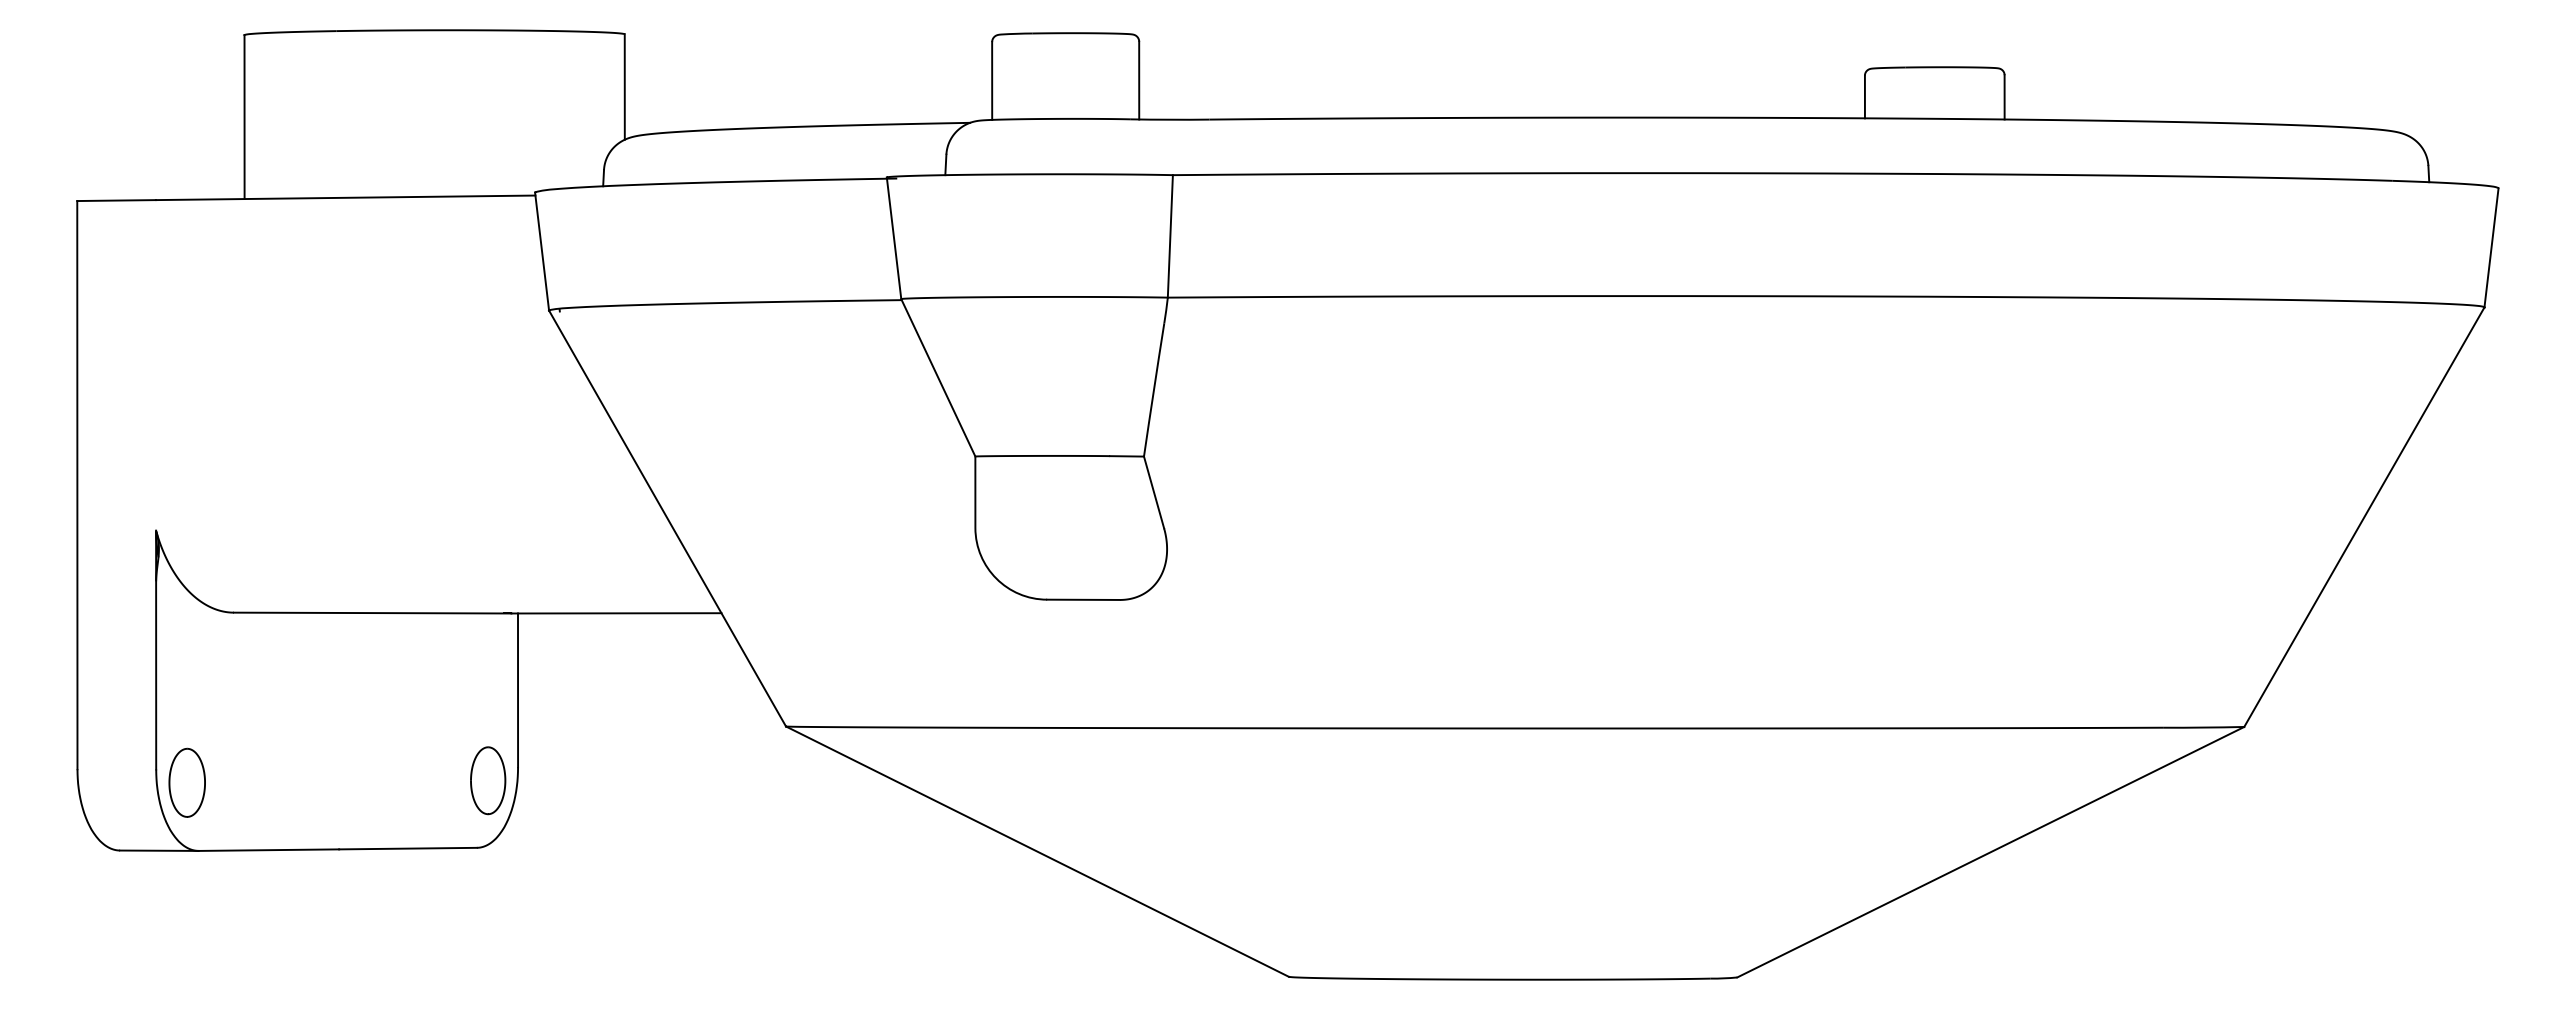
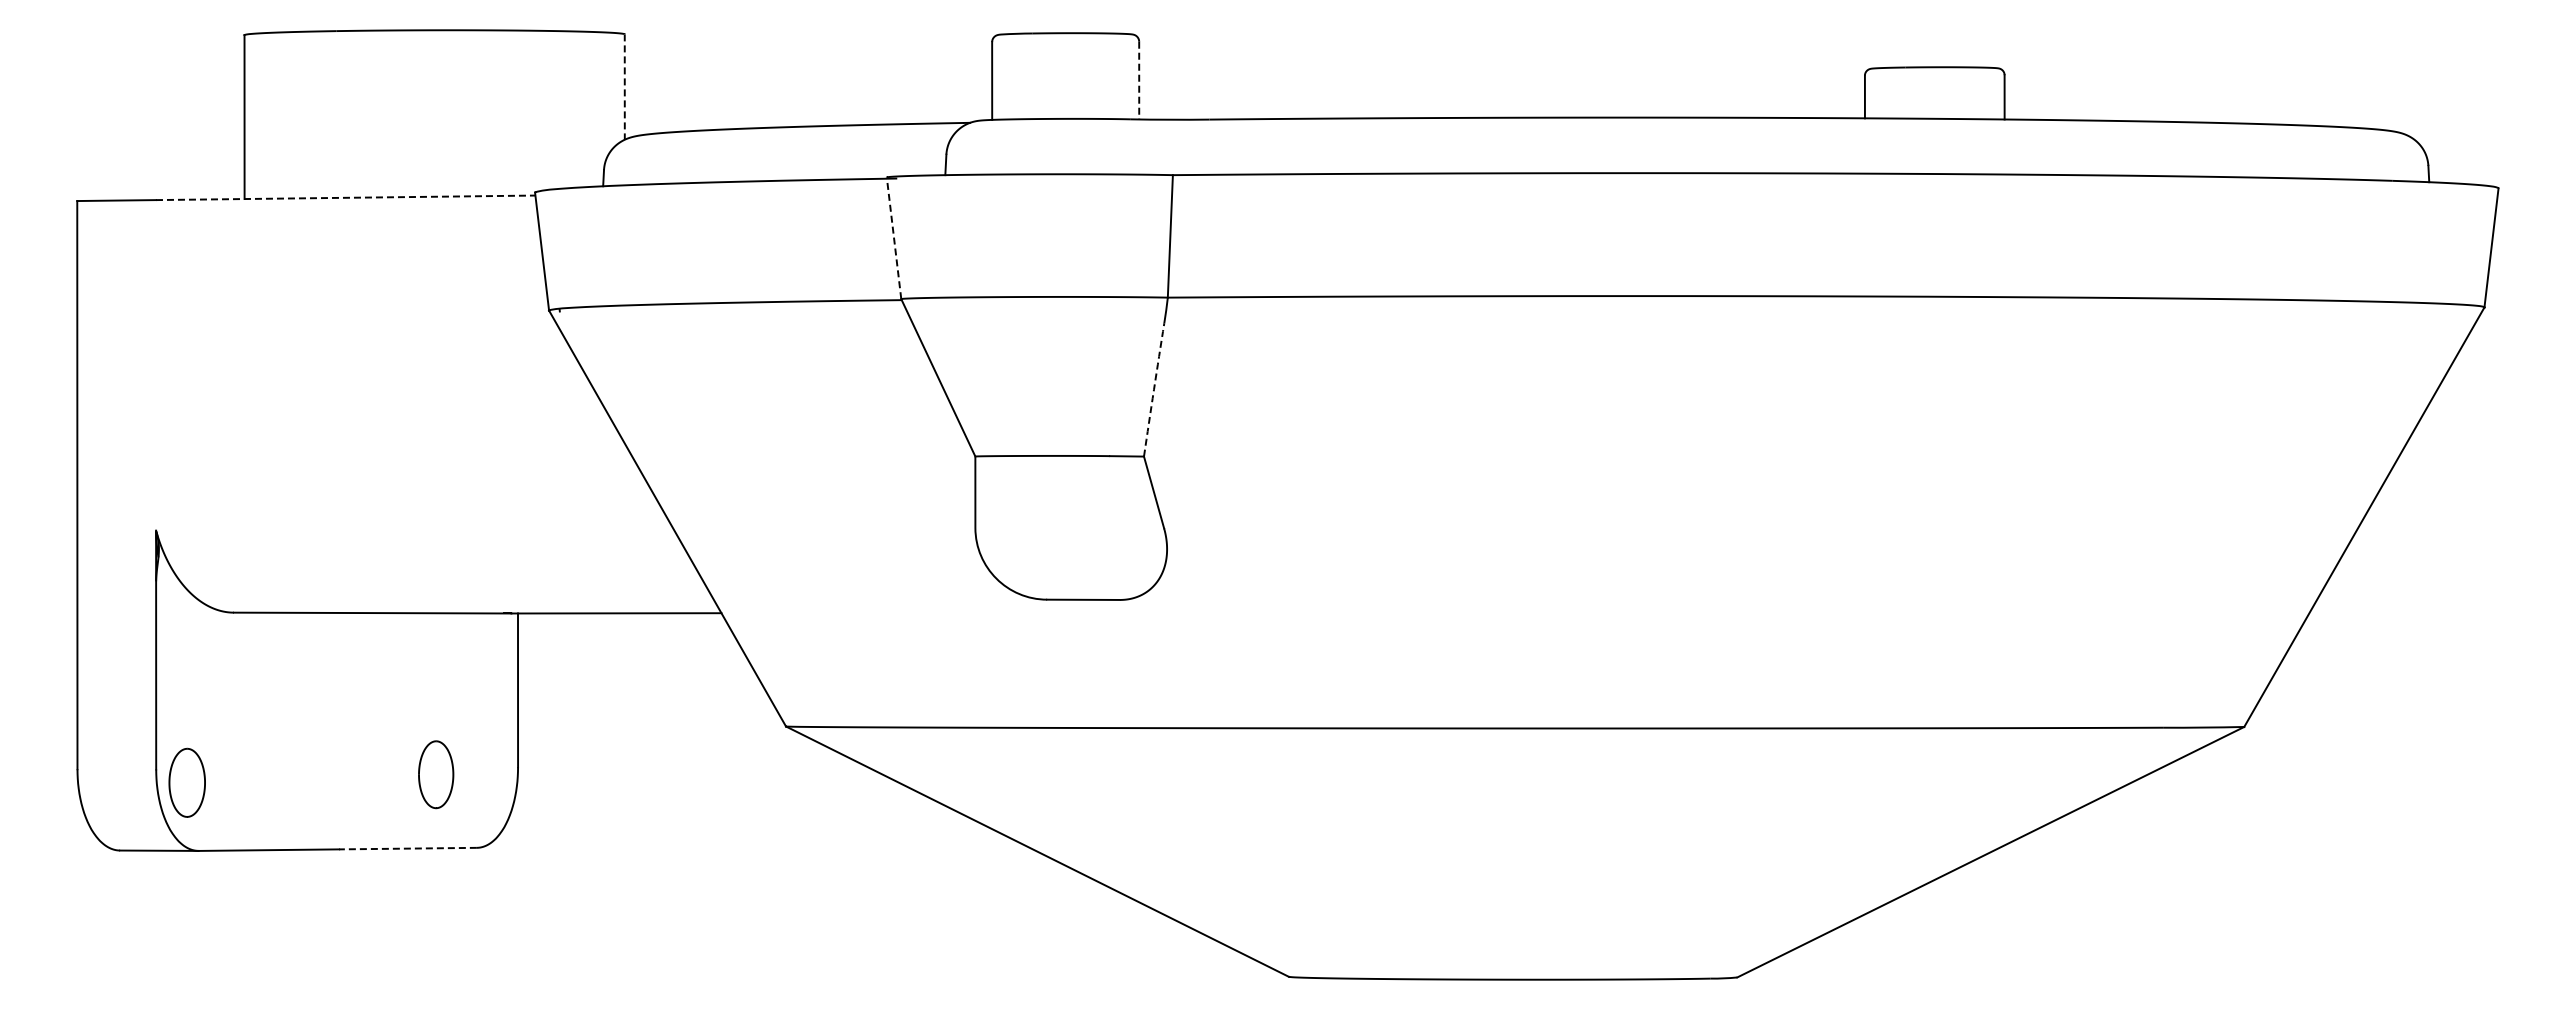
line at (1139, 80): solid -> dashed
line at (624, 87): solid -> dashed
line at (345, 197): solid -> dashed
line at (894, 237): solid -> dashed
arc at (1153, 389): solid -> dashed
part at (488, 780) position: (488, 780) -> (436, 774)
line at (407, 848): solid -> dashed
